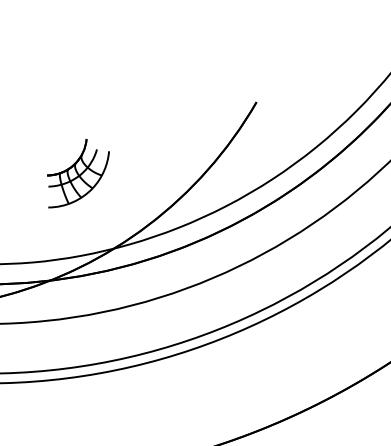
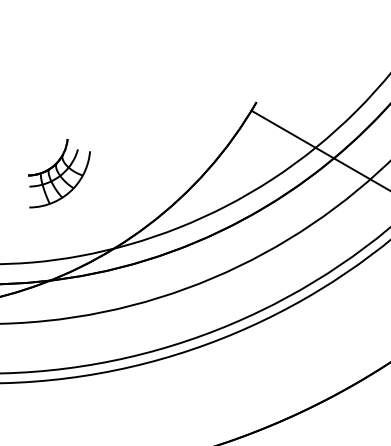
line at (319, 149): none -> present
part at (78, 173) position: (78, 173) -> (59, 173)
